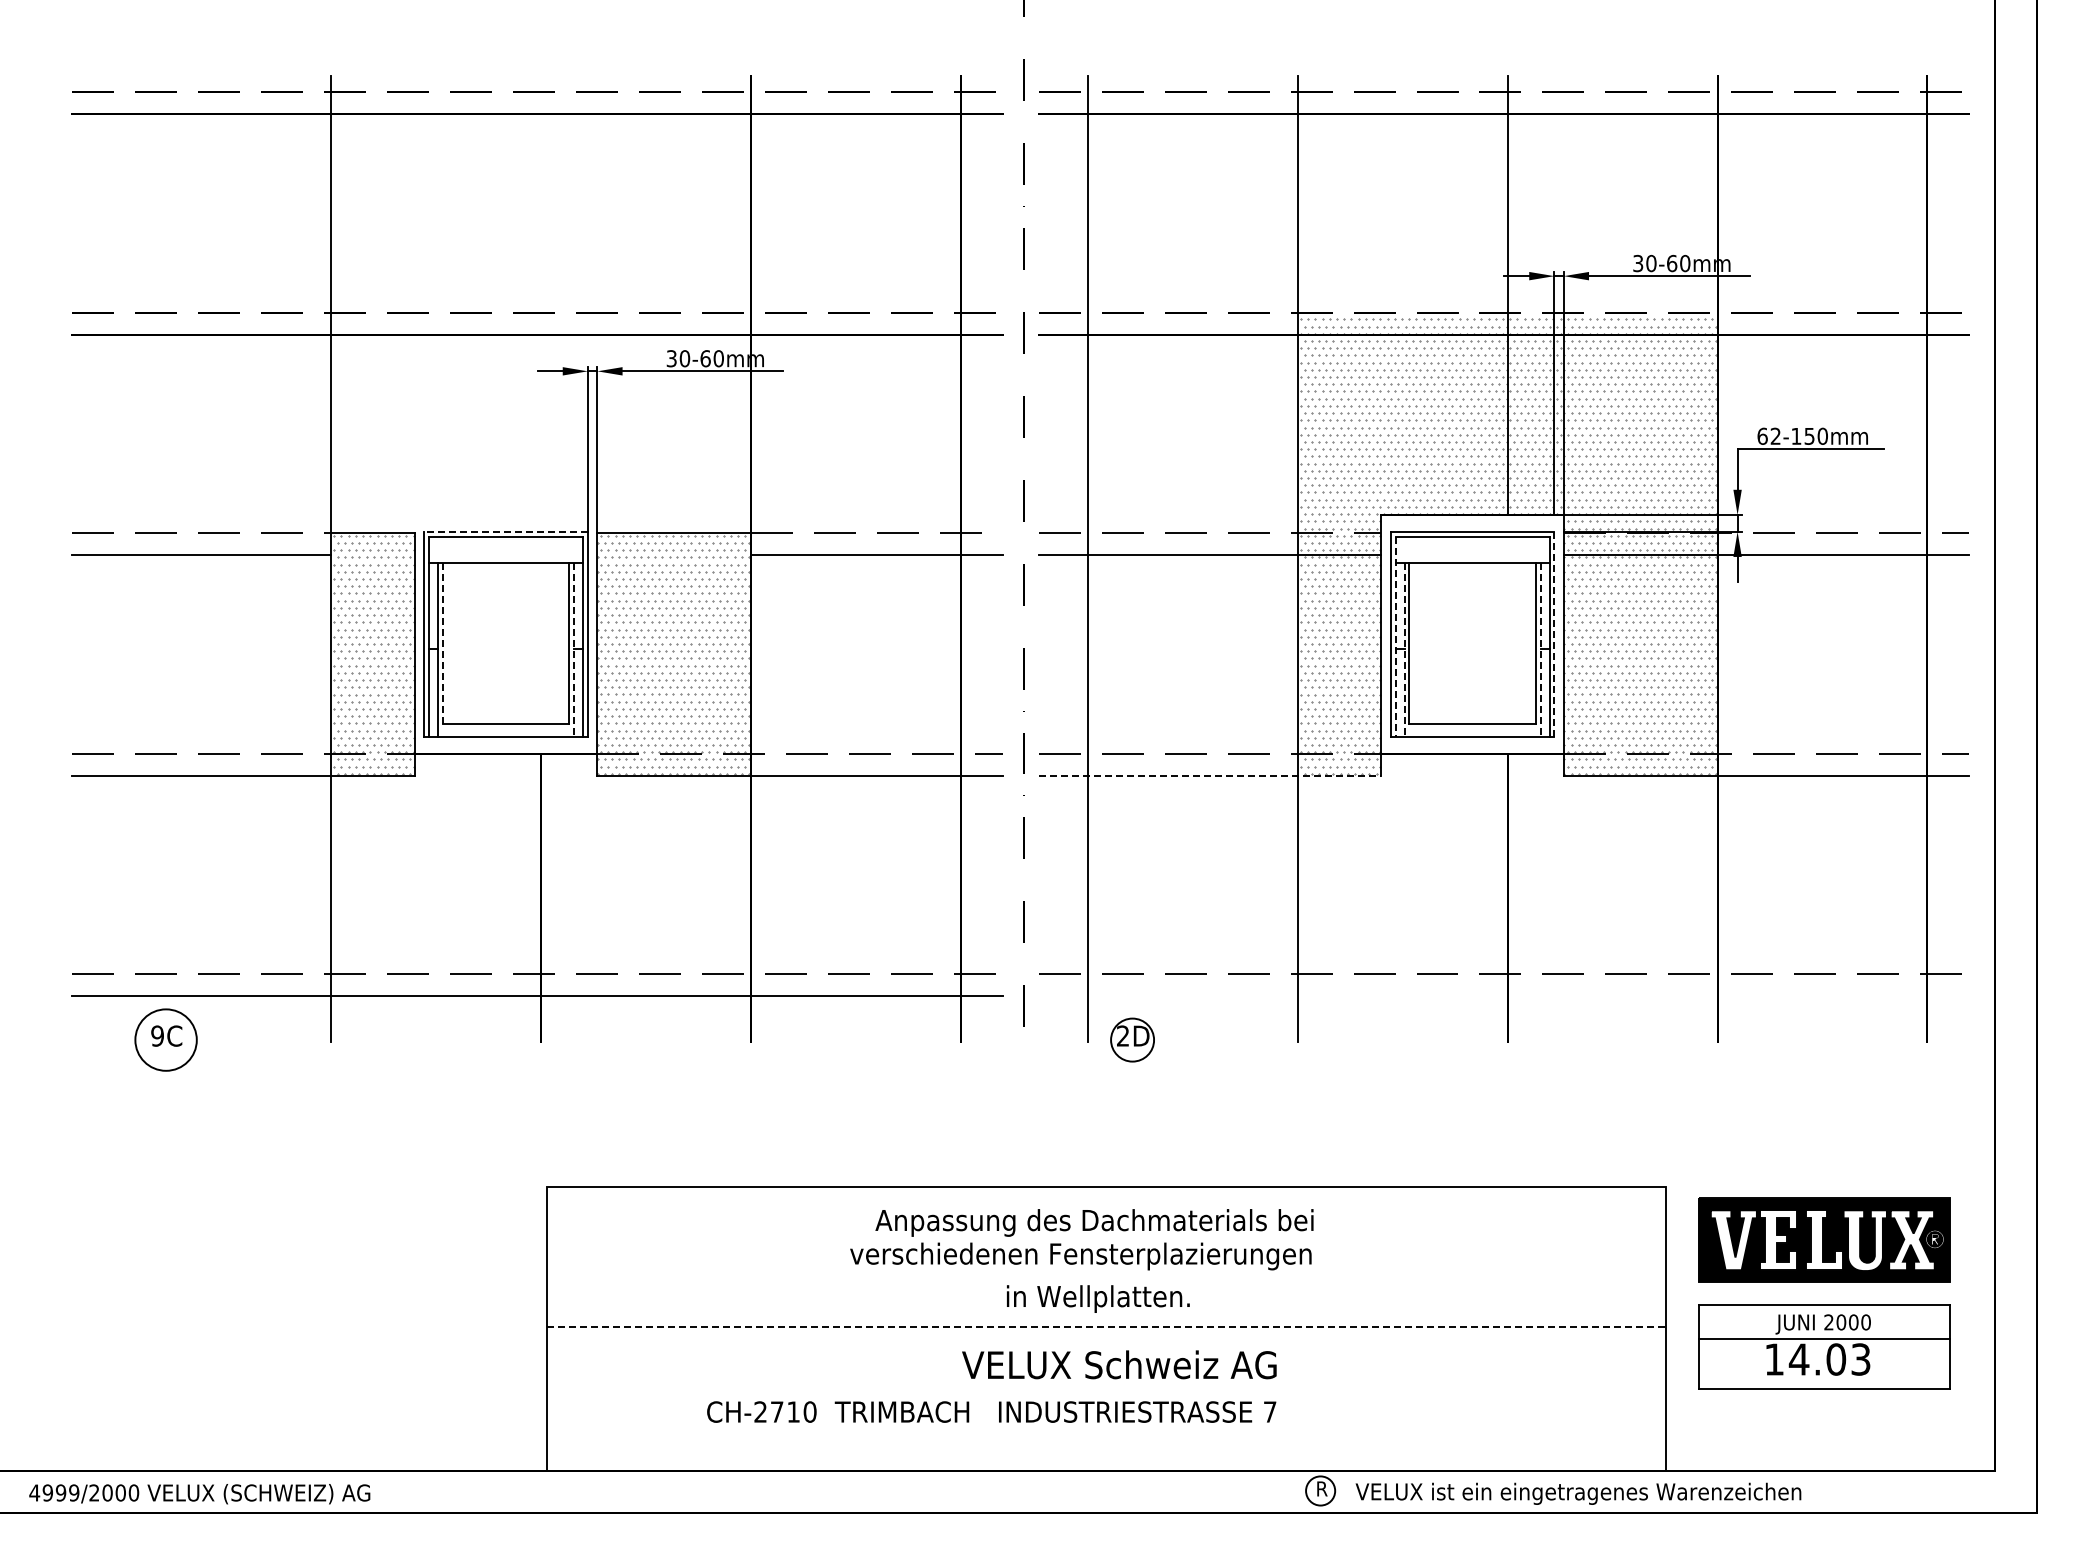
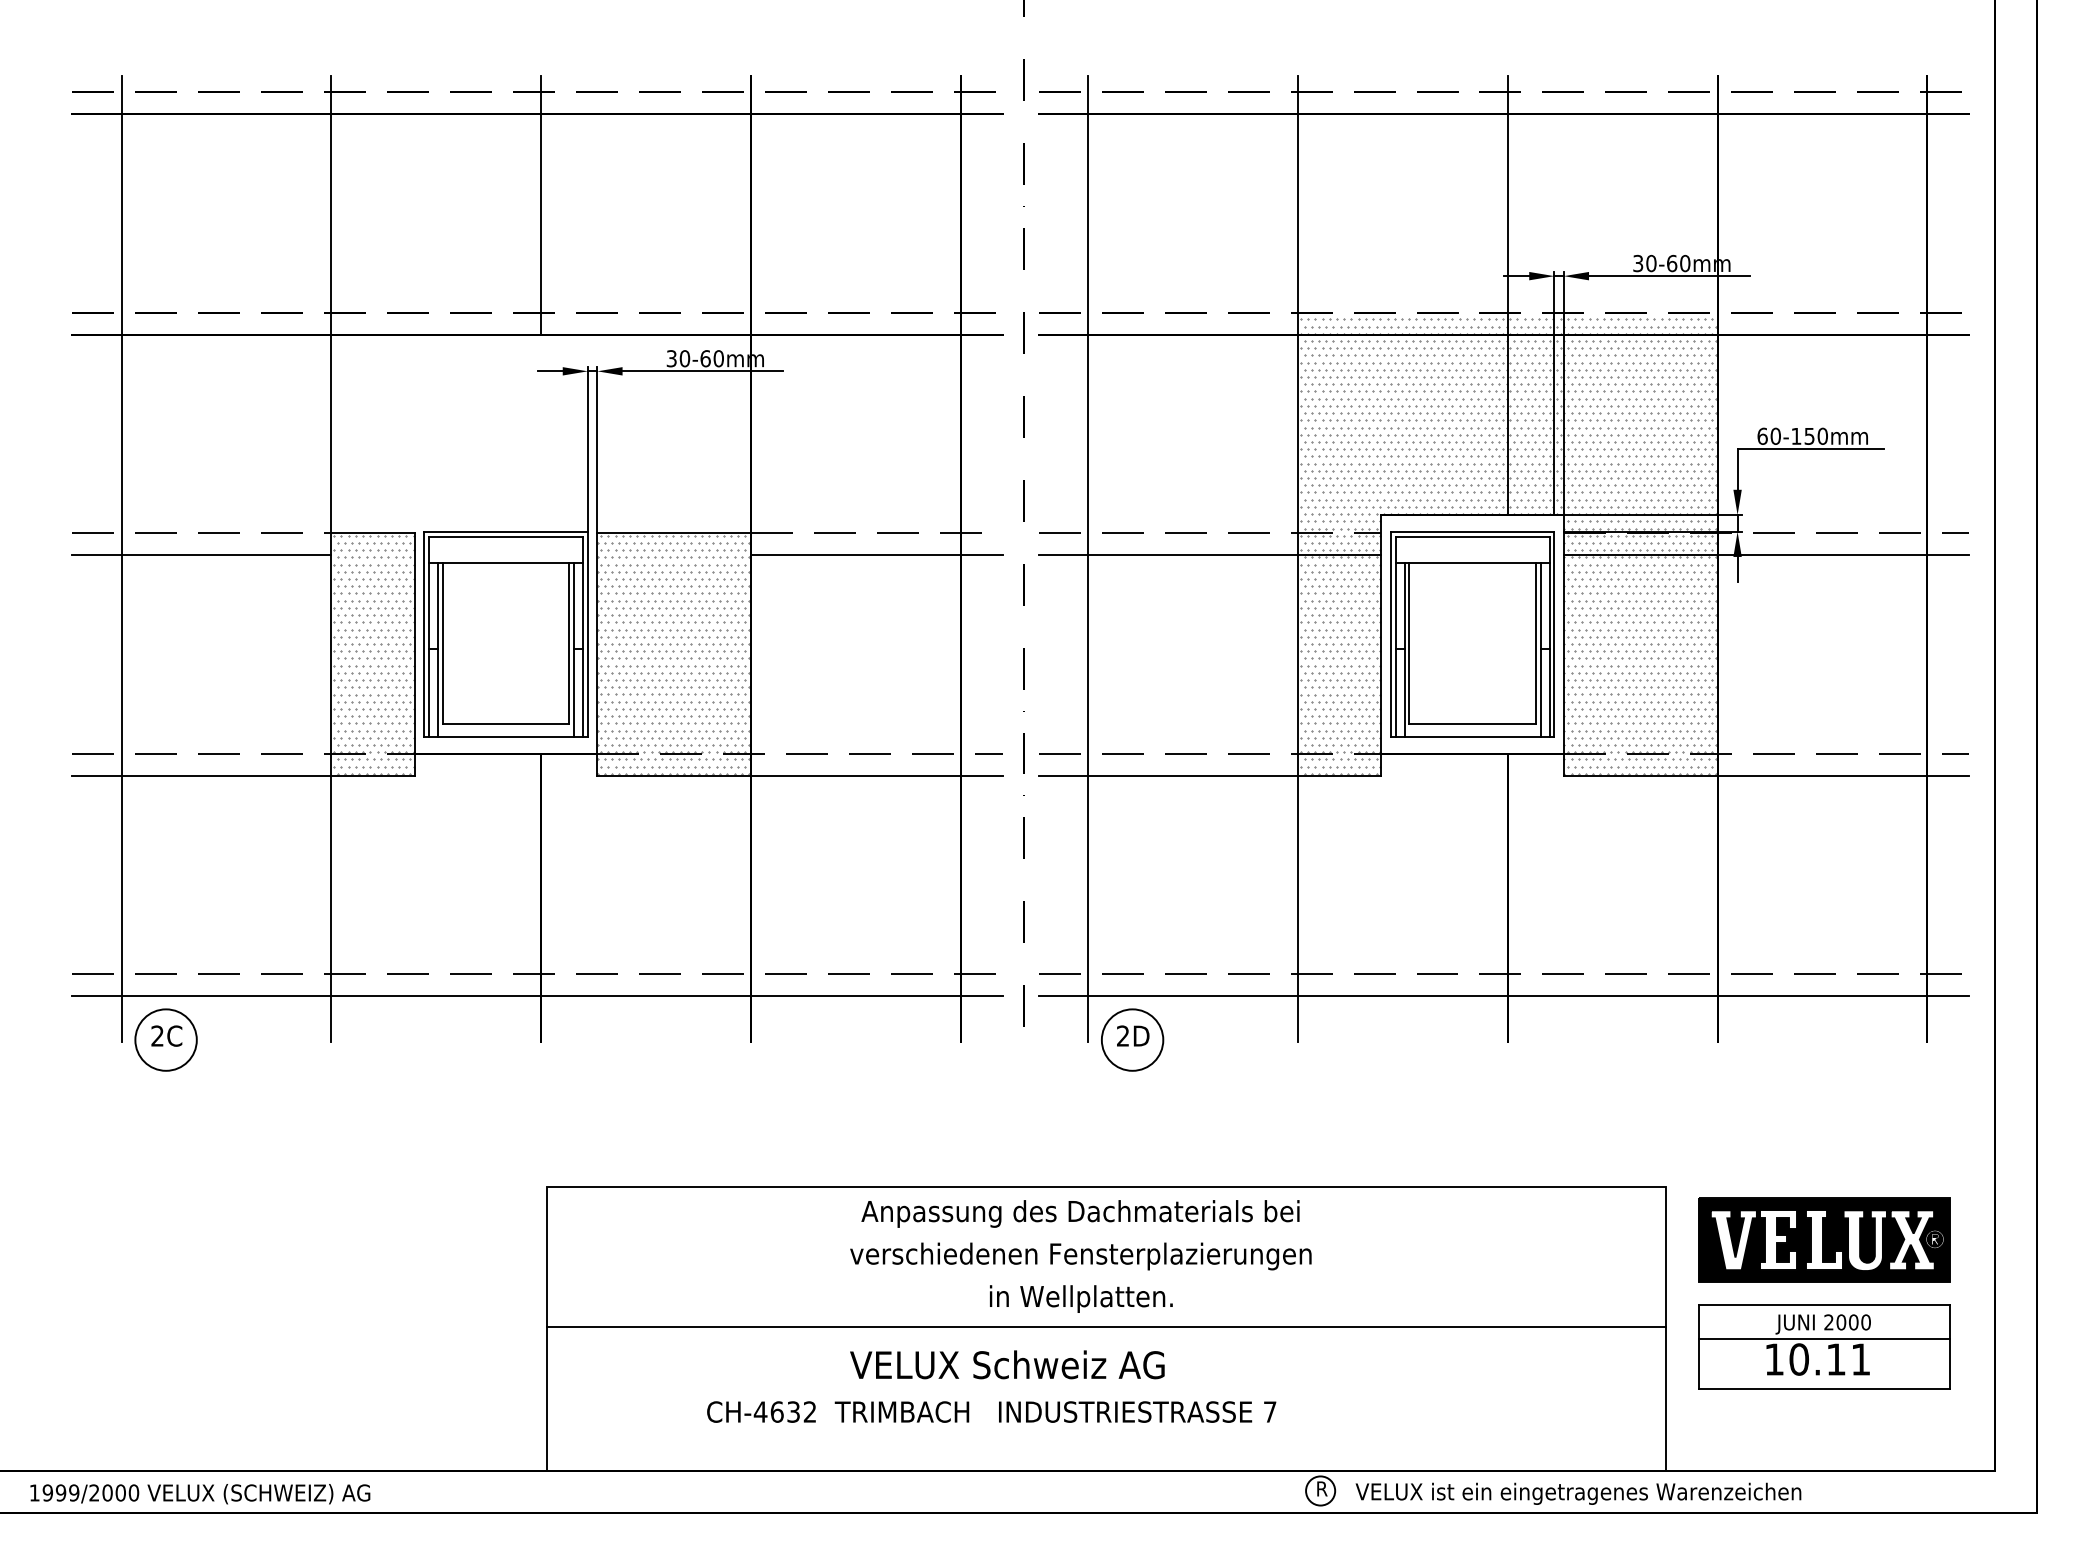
line at (541, 204): none -> present
text at (1775, 435): 62-150mm -> 60-150mm
line at (506, 531): dashed -> solid
line at (121, 558): none -> present
line at (1554, 634): dashed -> solid
line at (1395, 637): dashed -> solid
line at (442, 644): dashed -> solid
line at (574, 650): dashed -> solid
line at (1404, 650): dashed -> solid
line at (1540, 650): dashed -> solid
line at (1210, 775): dashed -> solid
line at (1503, 995): none -> present
text at (157, 1035): 9C -> 2C
circle at (1132, 1039) diameter: 43 px -> 61 px
text at (1094, 1222) position: (1094, 1222) -> (1080, 1213)
text at (1098, 1298) position: (1098, 1298) -> (1081, 1298)
line at (1107, 1327): dashed -> solid
text at (1829, 1359): 14.03 -> 10.11
text at (1119, 1364) position: (1119, 1364) -> (1007, 1364)
text at (784, 1411): CH-2710 -> CH-4632
text at (34, 1492): 4999/2000 -> 1999/2000
